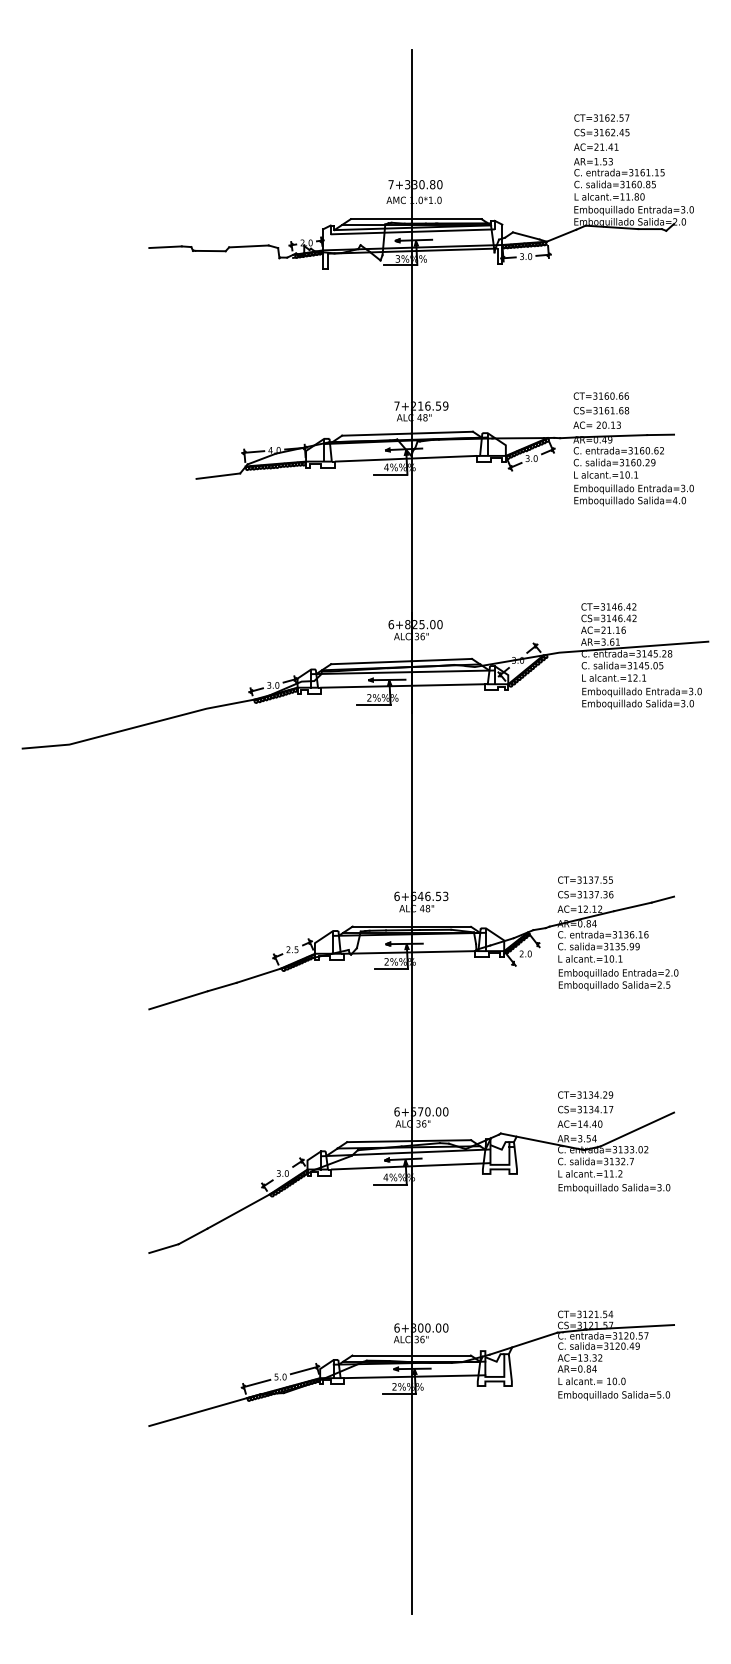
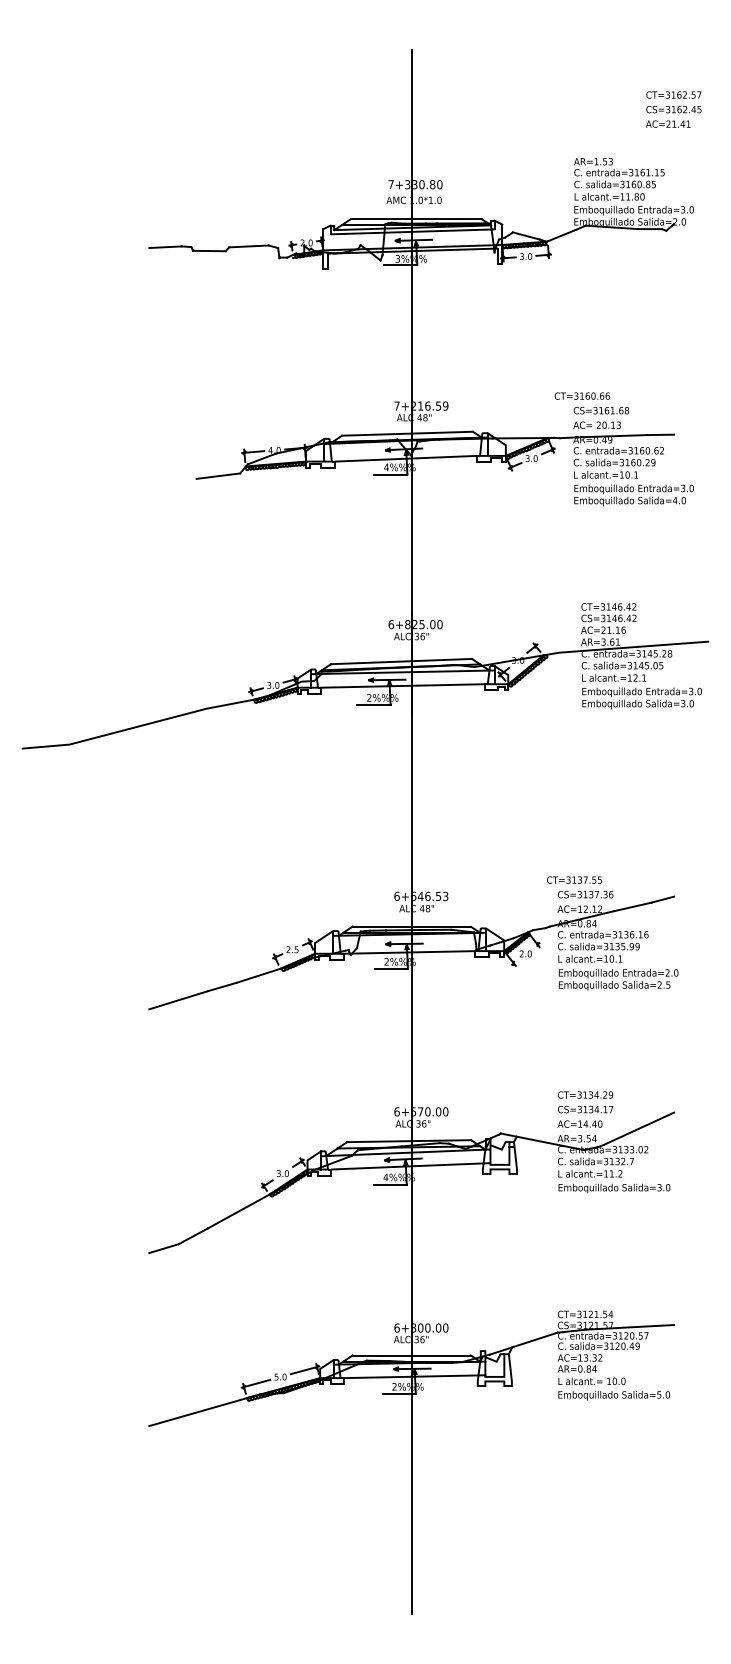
text at (601, 132) position: (601, 132) -> (673, 109)
text at (600, 395) position: (600, 395) -> (581, 395)
text at (585, 879) position: (585, 879) -> (574, 879)
